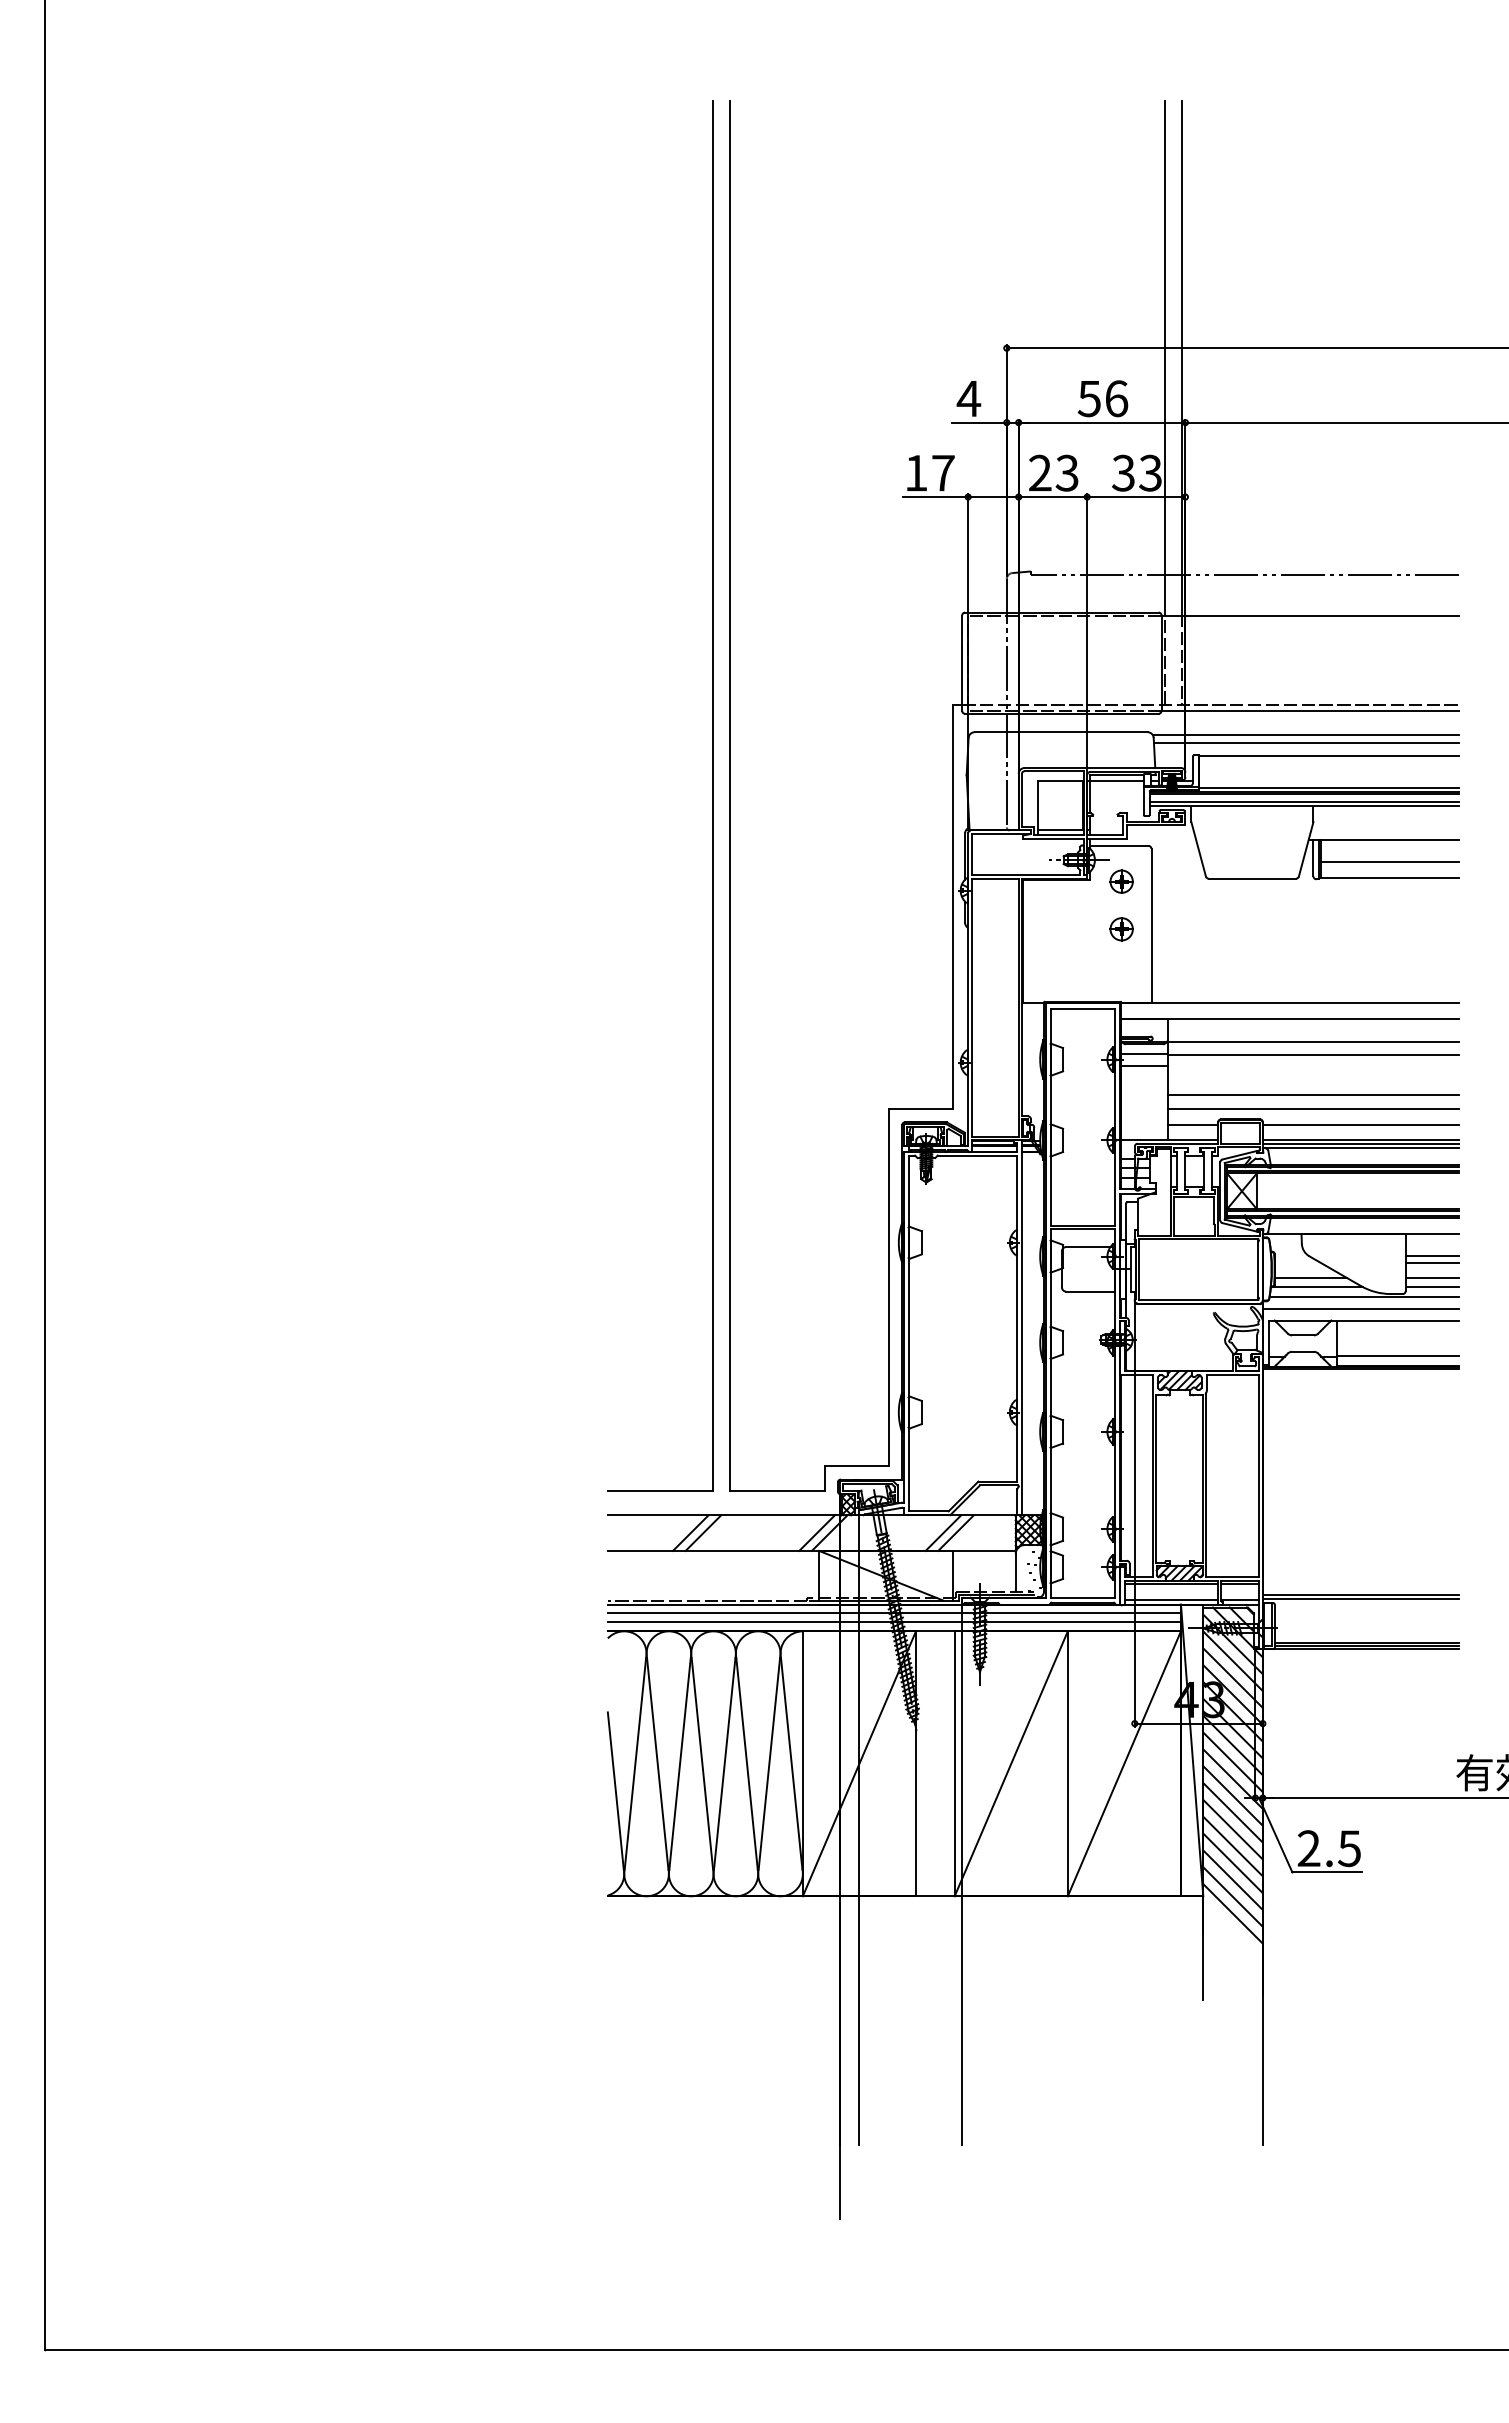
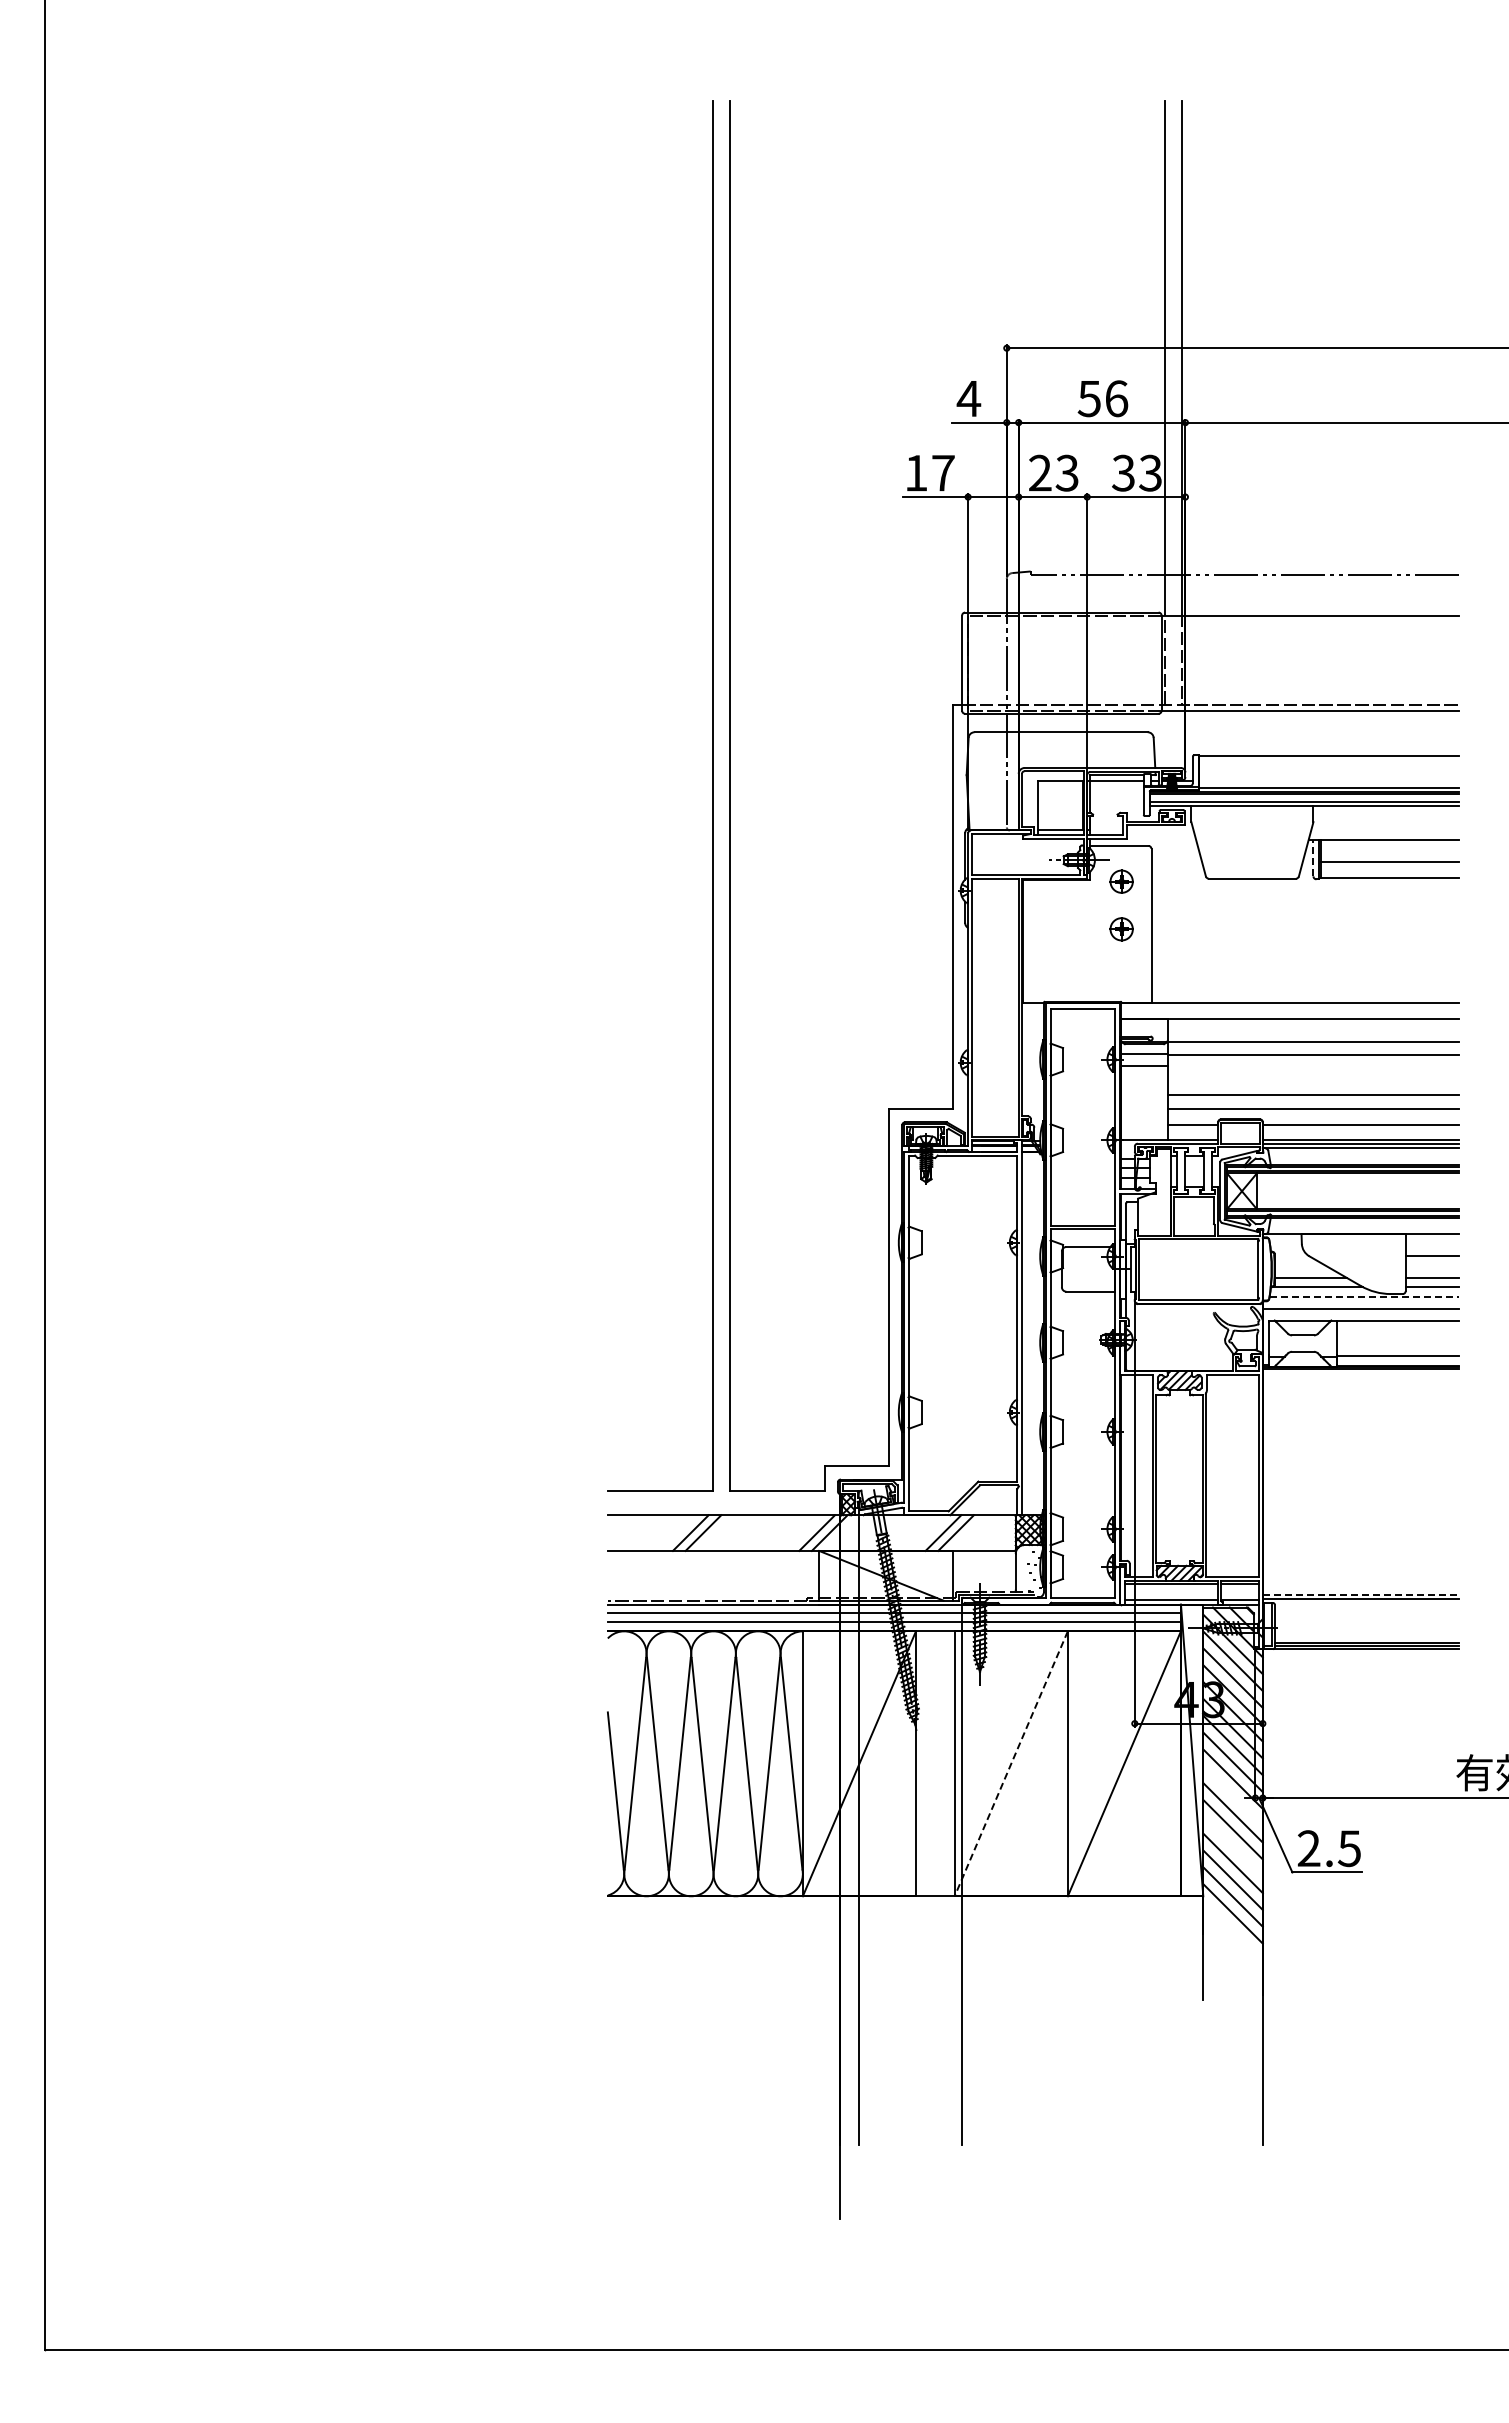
line at (1306, 734): present -> none
line at (1306, 742): present -> none
line at (1313, 857): solid -> dashed
line at (1432, 1263): present -> none
line at (1364, 1297): solid -> dashed
line at (1361, 1594): solid -> dashed
line at (1011, 1764): solid -> dashed
line at (1232, 1795): present -> none
line at (1232, 1846): present -> none
